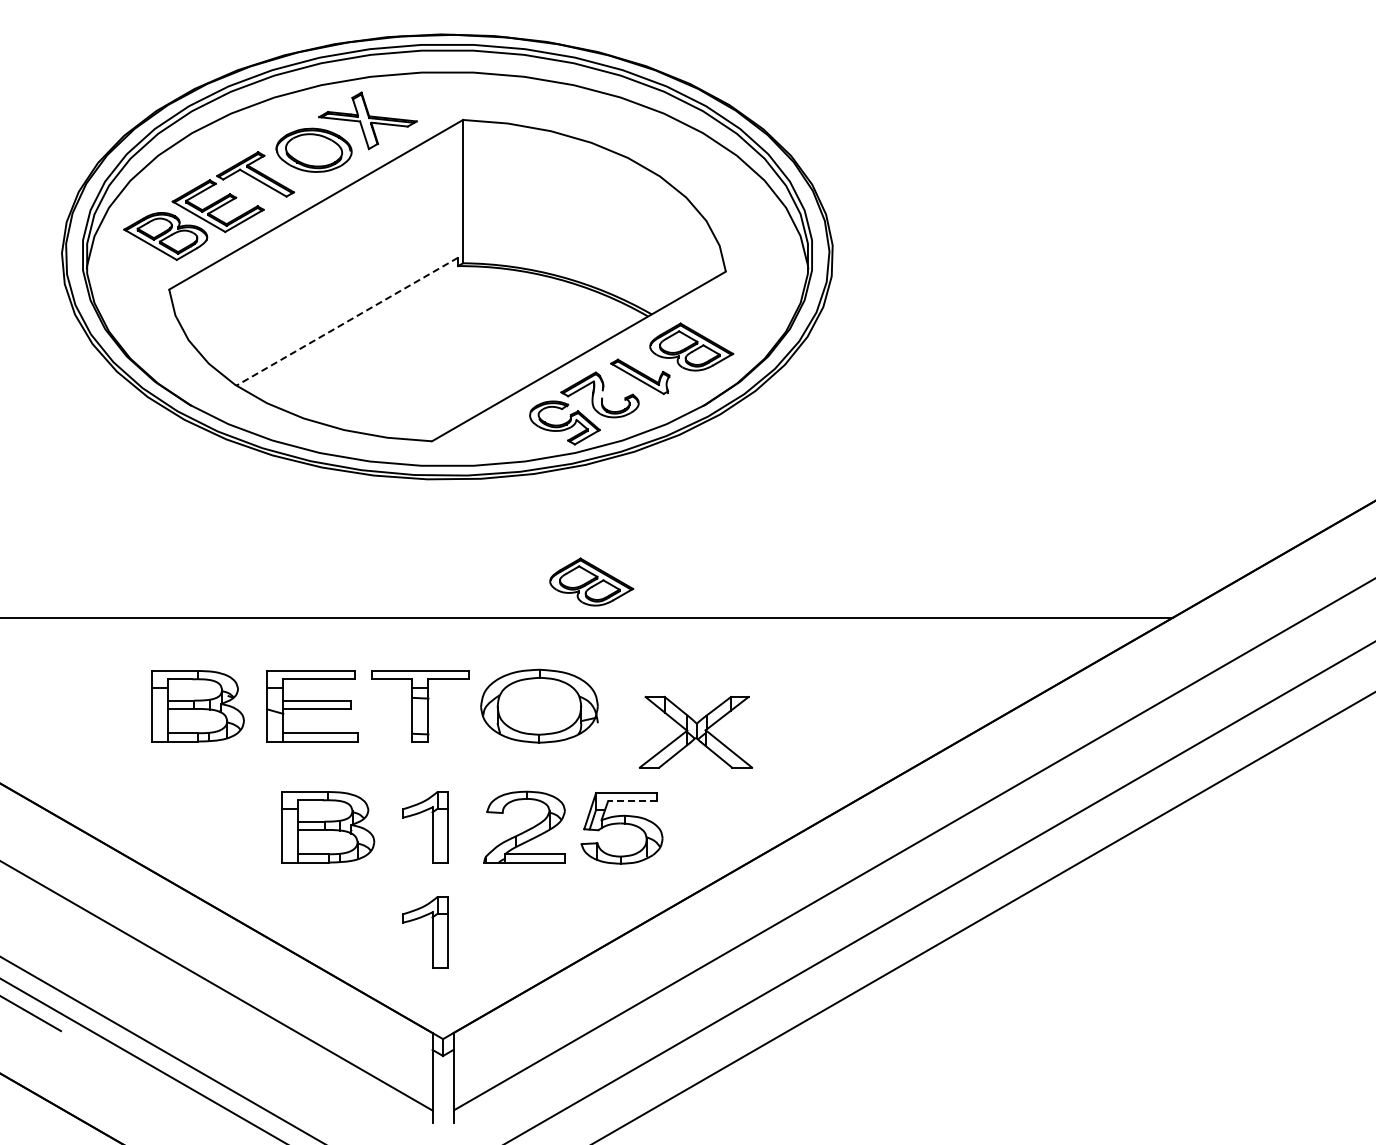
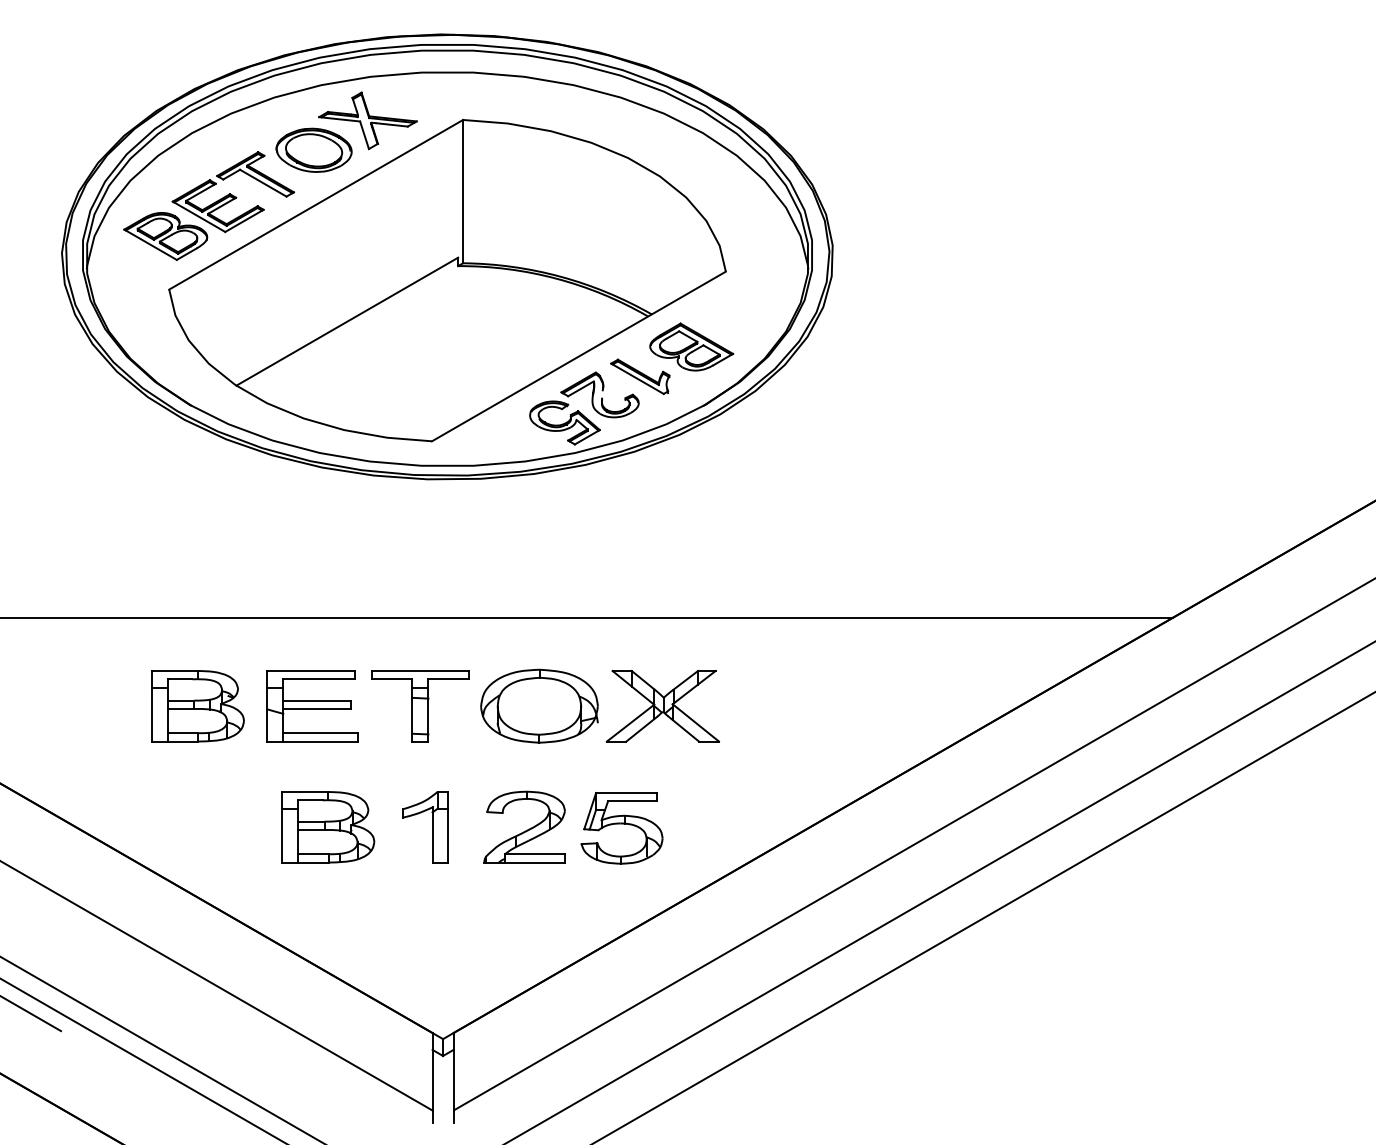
line at (346, 321): dashed -> solid
part at (591, 581): present -> none
part at (695, 731) position: (695, 731) -> (662, 705)
line at (632, 801): dashed -> solid
part at (432, 932): present -> none
